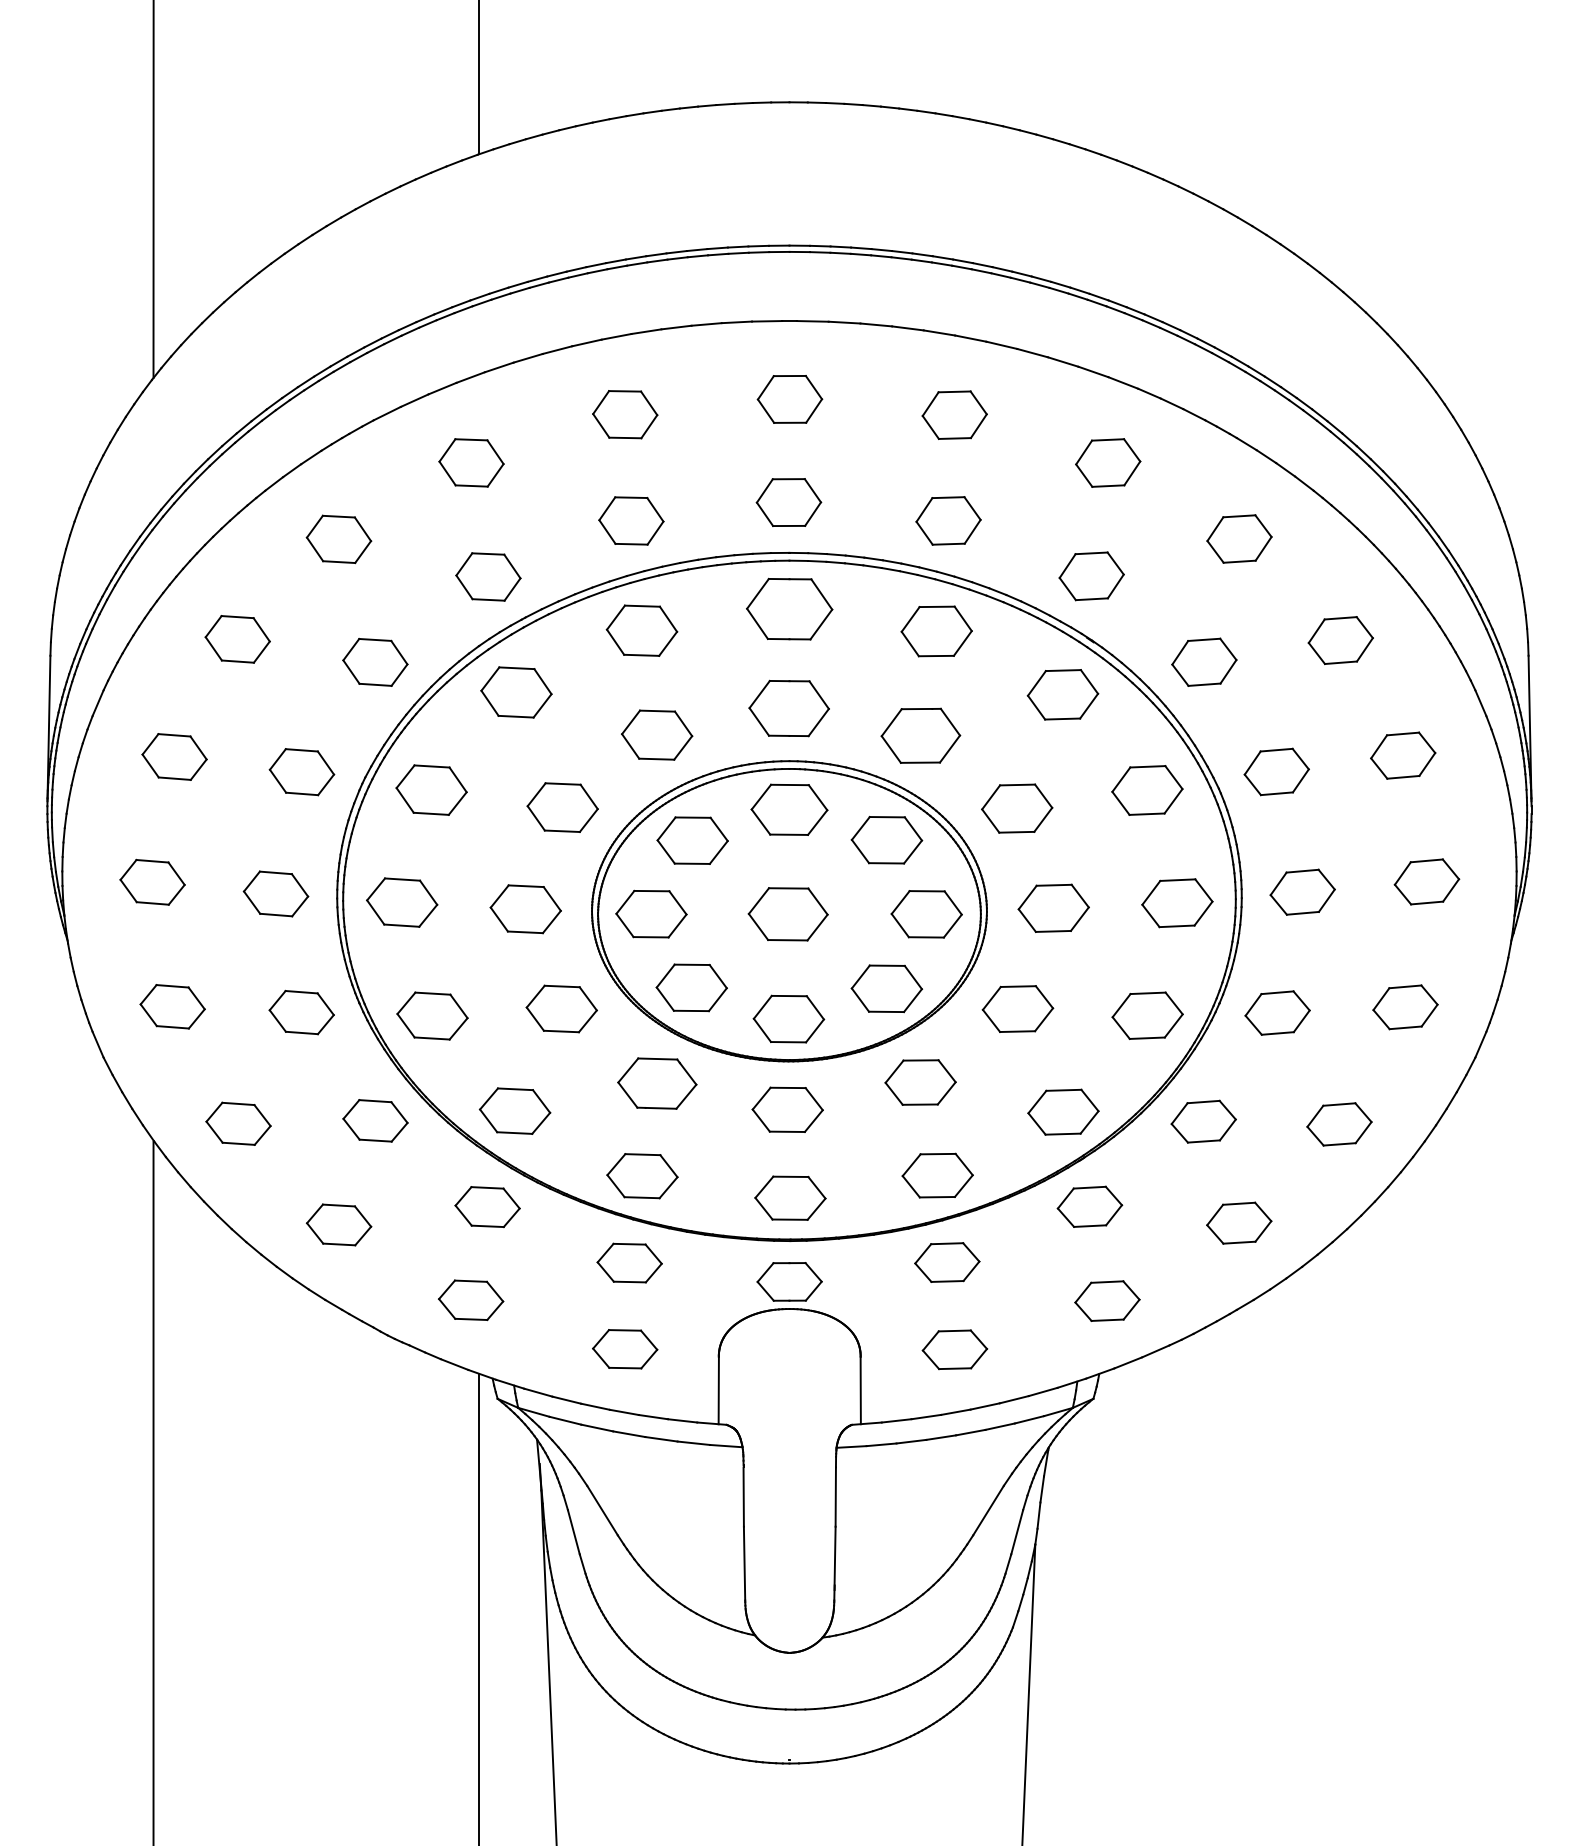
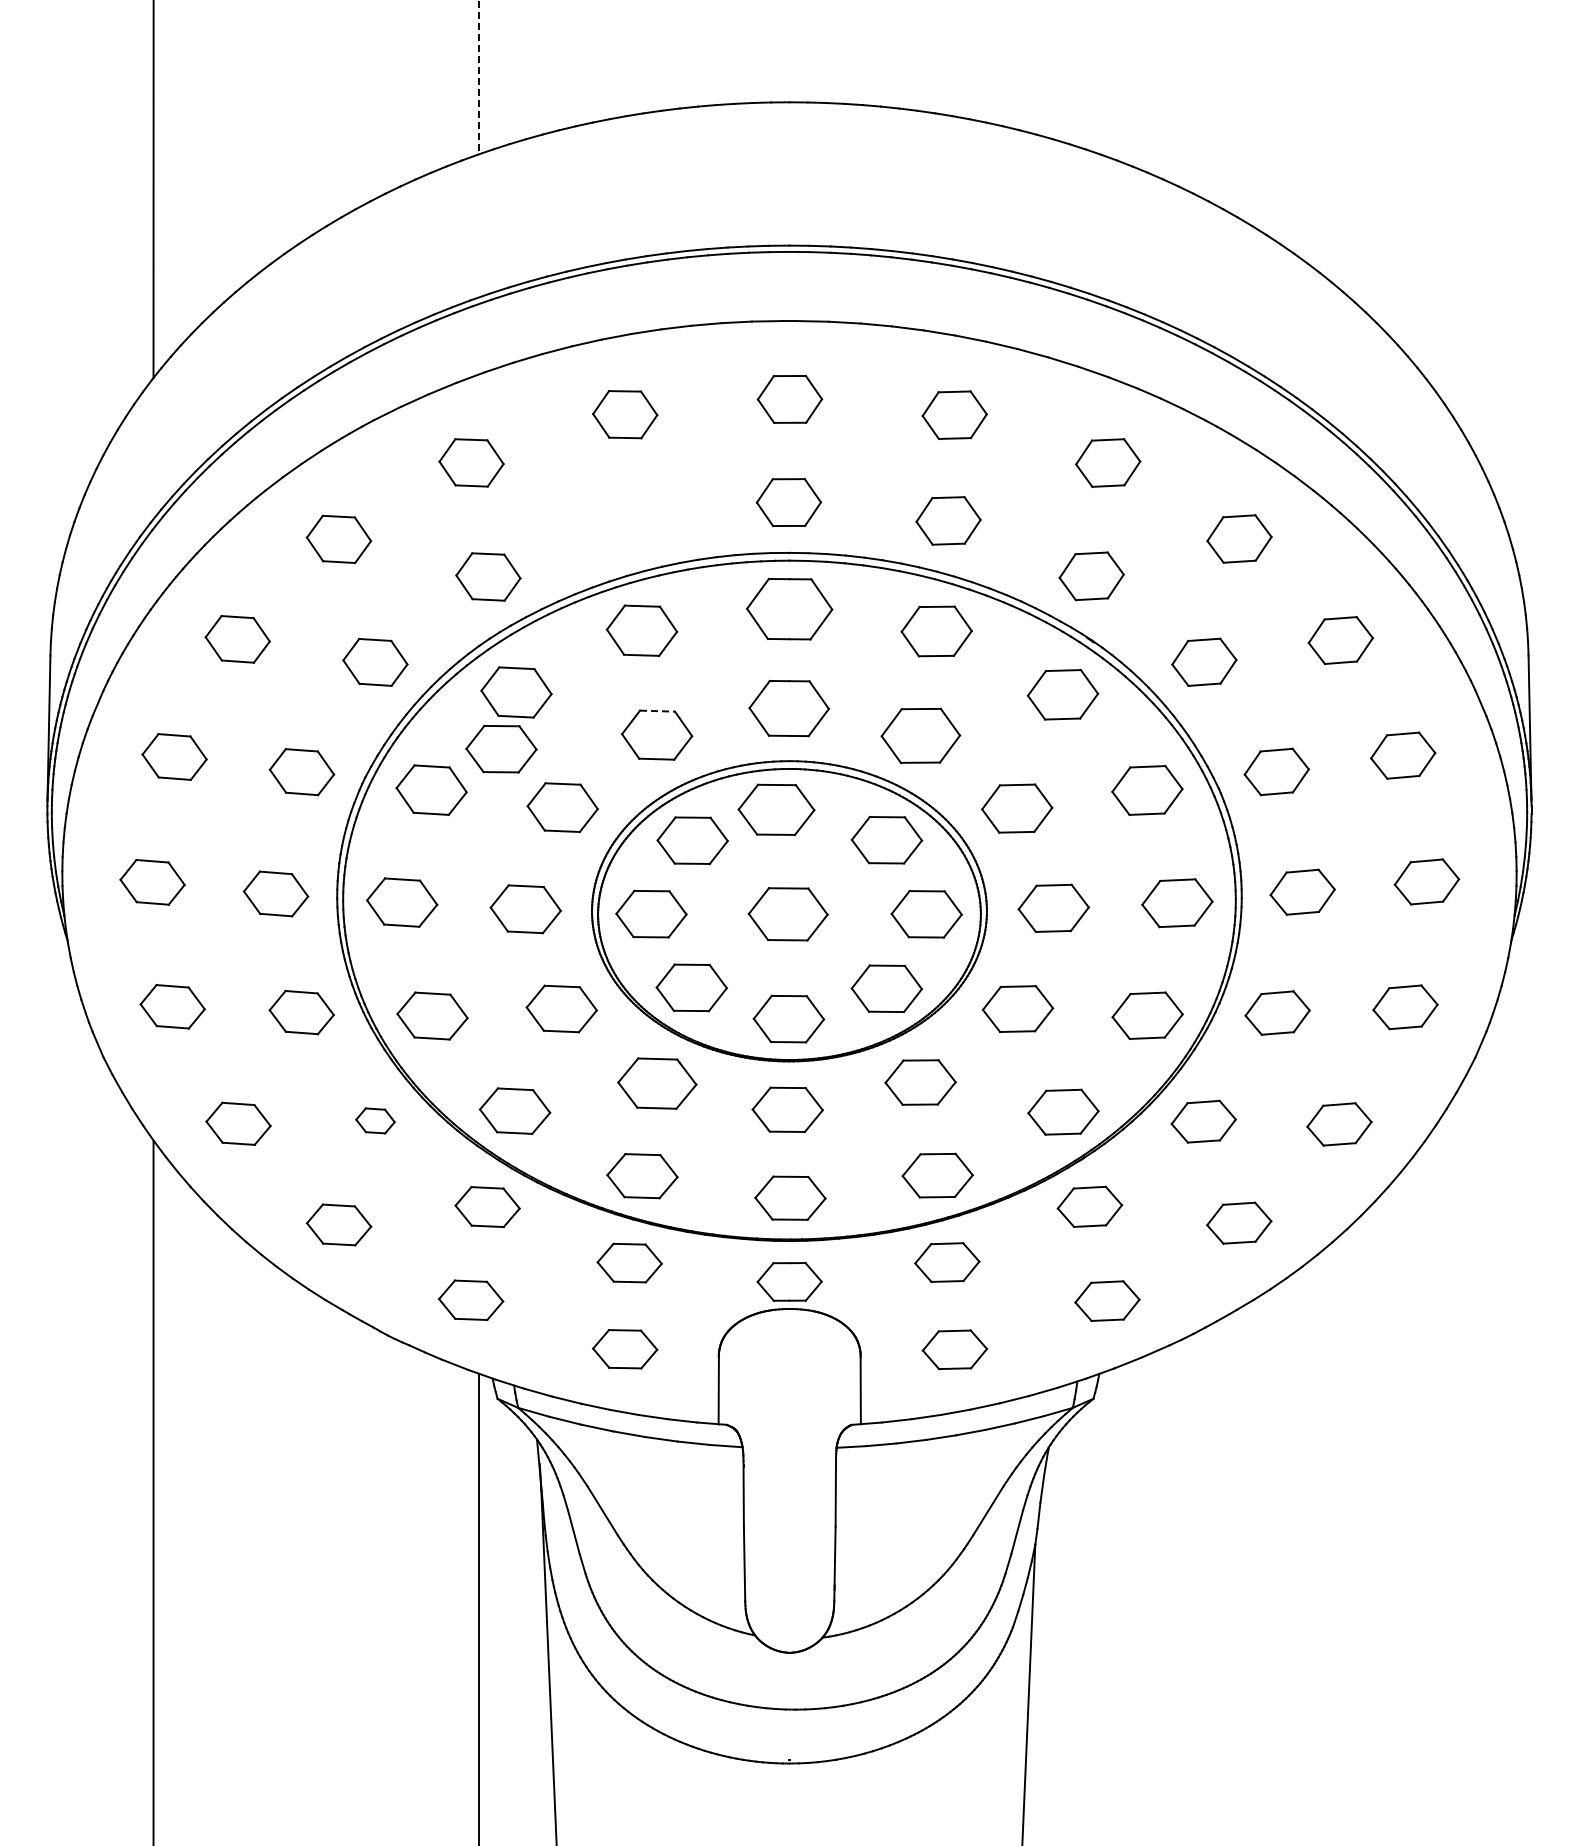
line at (478, 77): solid -> dashed
part at (631, 520): present -> none
line at (657, 711): solid -> dashed
part at (501, 748): none -> present
part at (789, 809) position: (789, 809) -> (776, 809)
part at (375, 1120) size: 67x44 px -> 41x28 px
